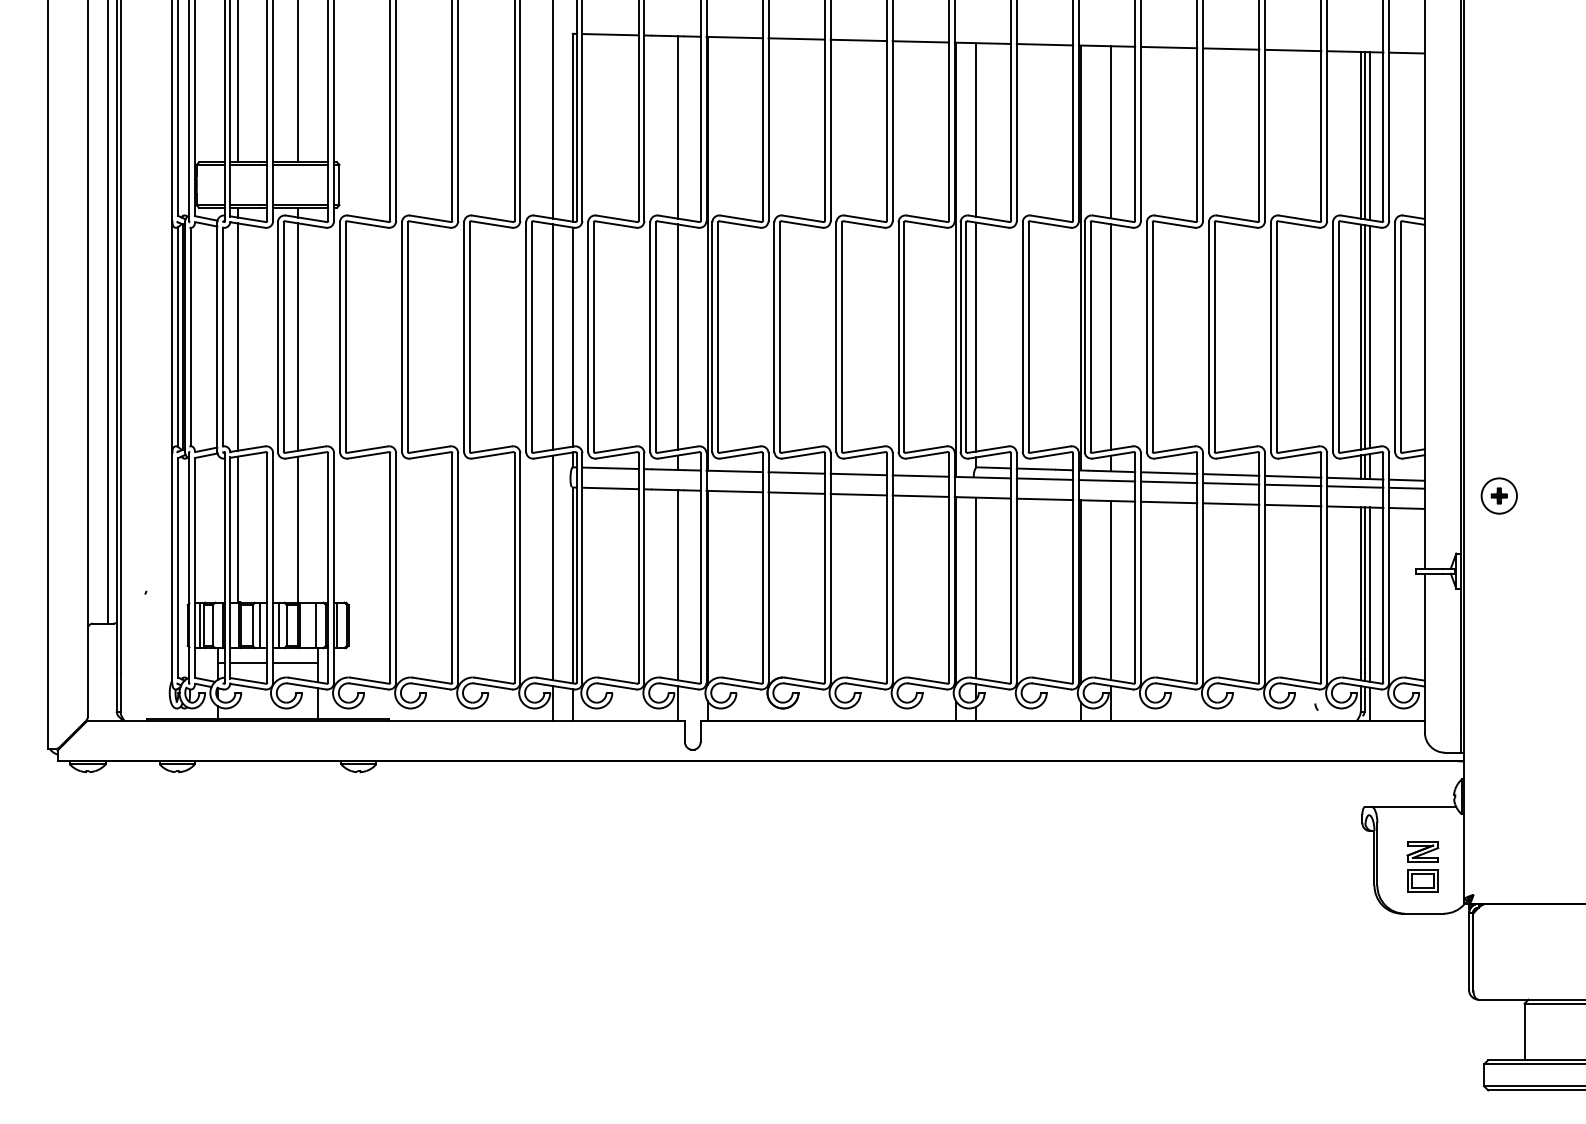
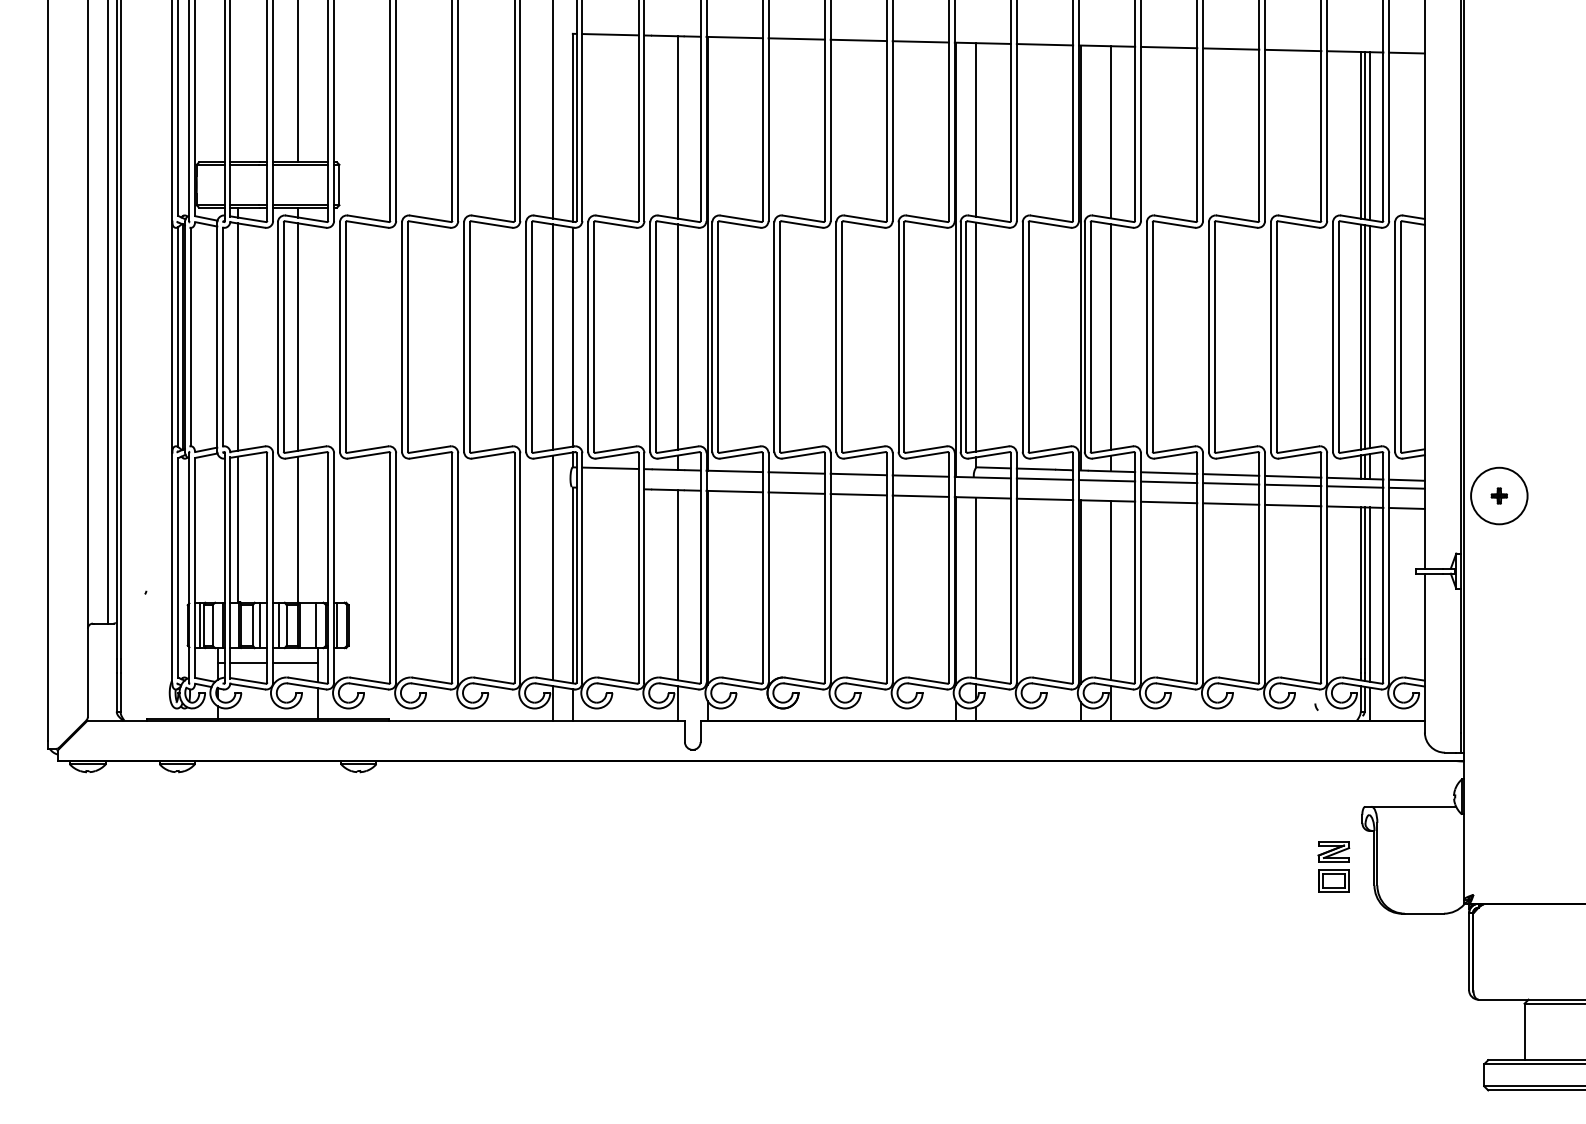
line at (237, 82): present -> none
line at (610, 488): present -> none
circle at (1498, 495) diameter: 35 px -> 57 px
part at (1422, 866) position: (1422, 866) -> (1333, 866)
